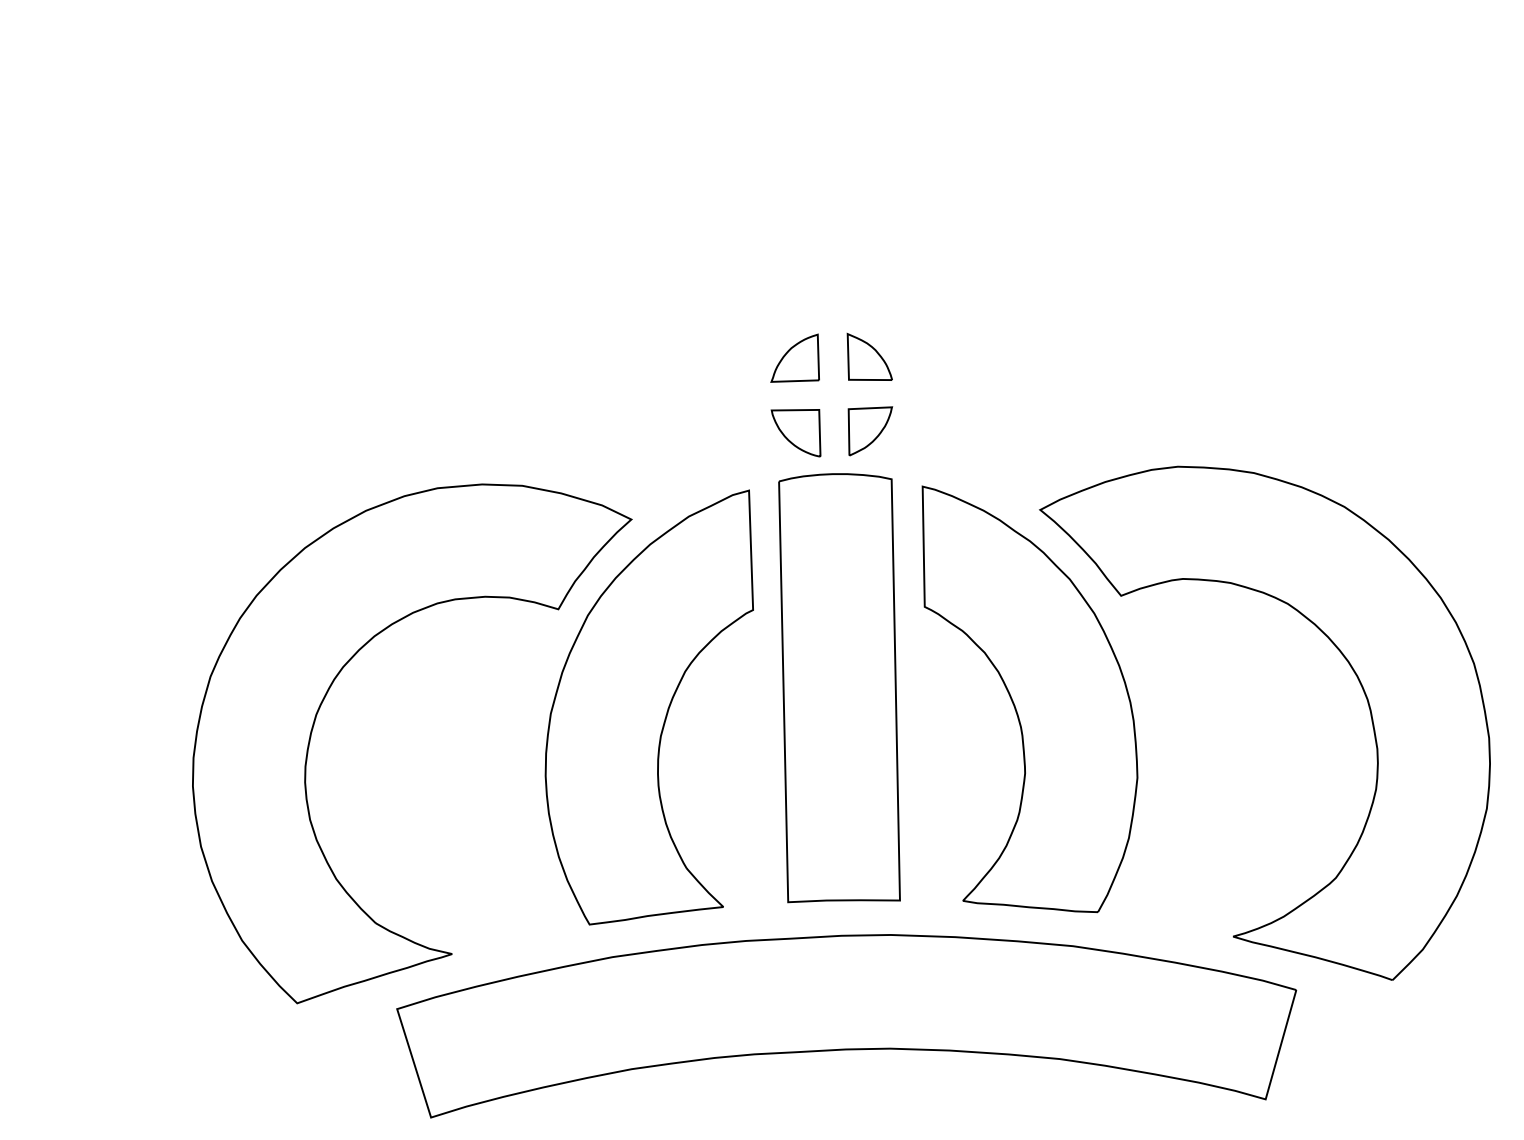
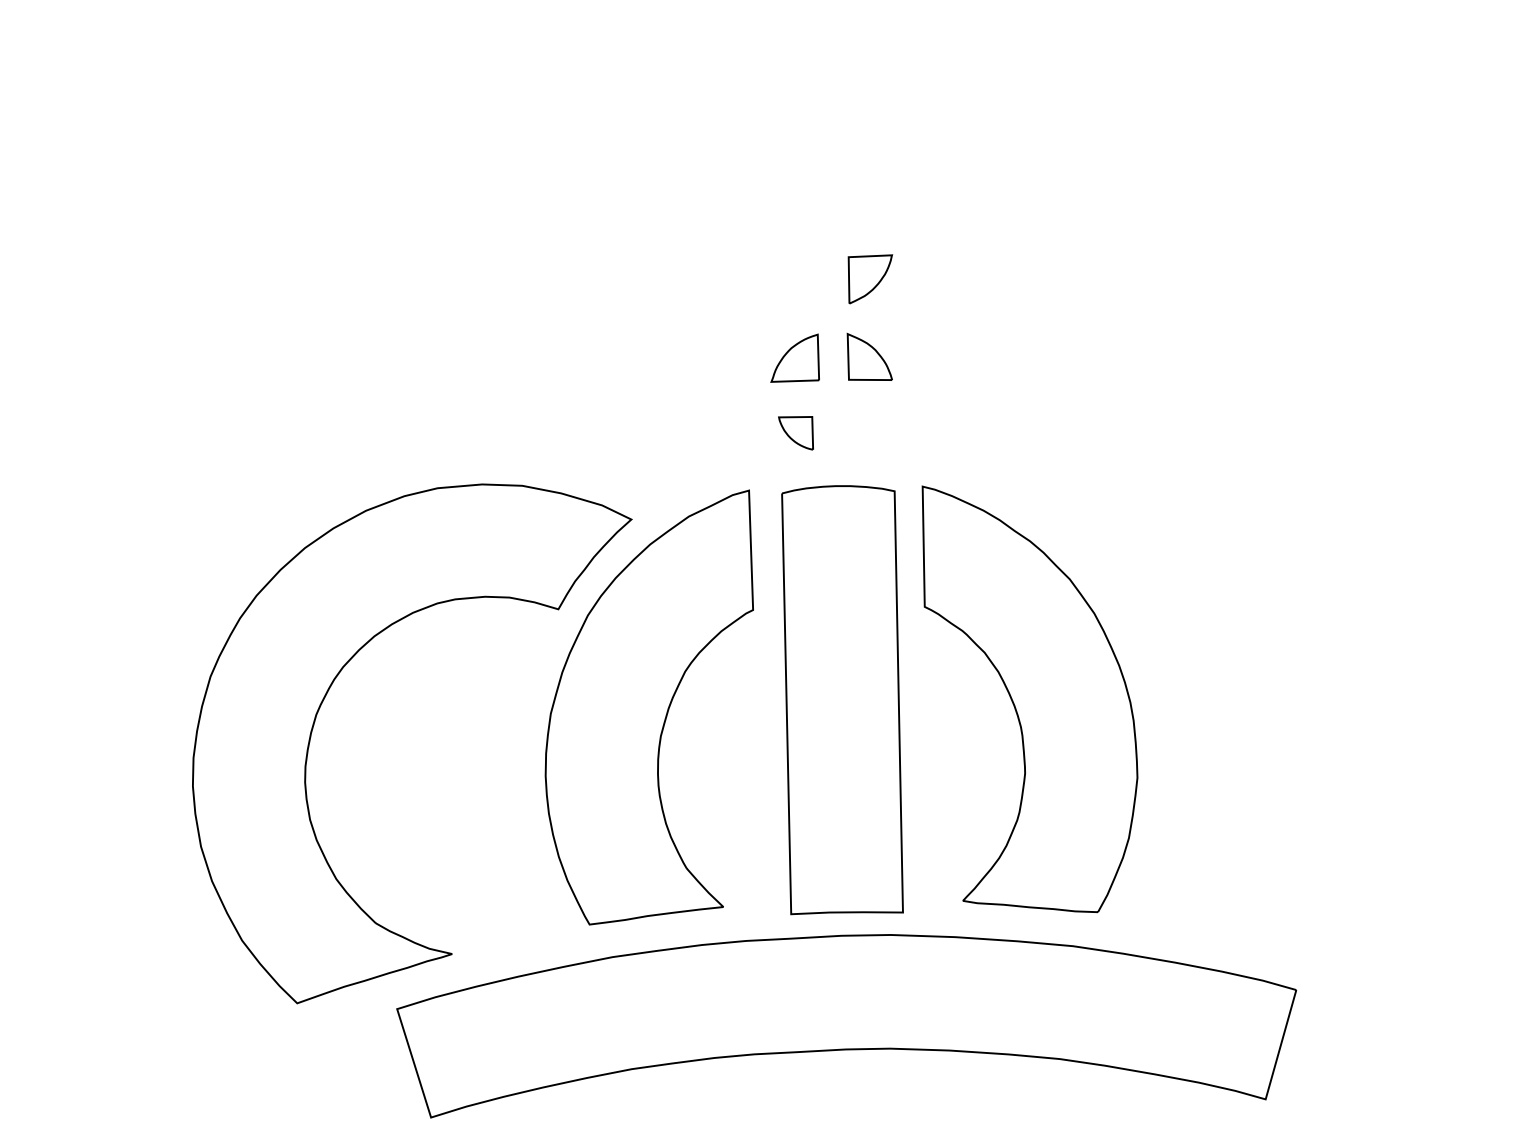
part at (870, 431) position: (870, 431) -> (870, 279)
part at (795, 433) size: 52x49 px -> 36x35 px
part at (1350, 667): present -> none
part at (839, 688) position: (839, 688) -> (842, 700)
